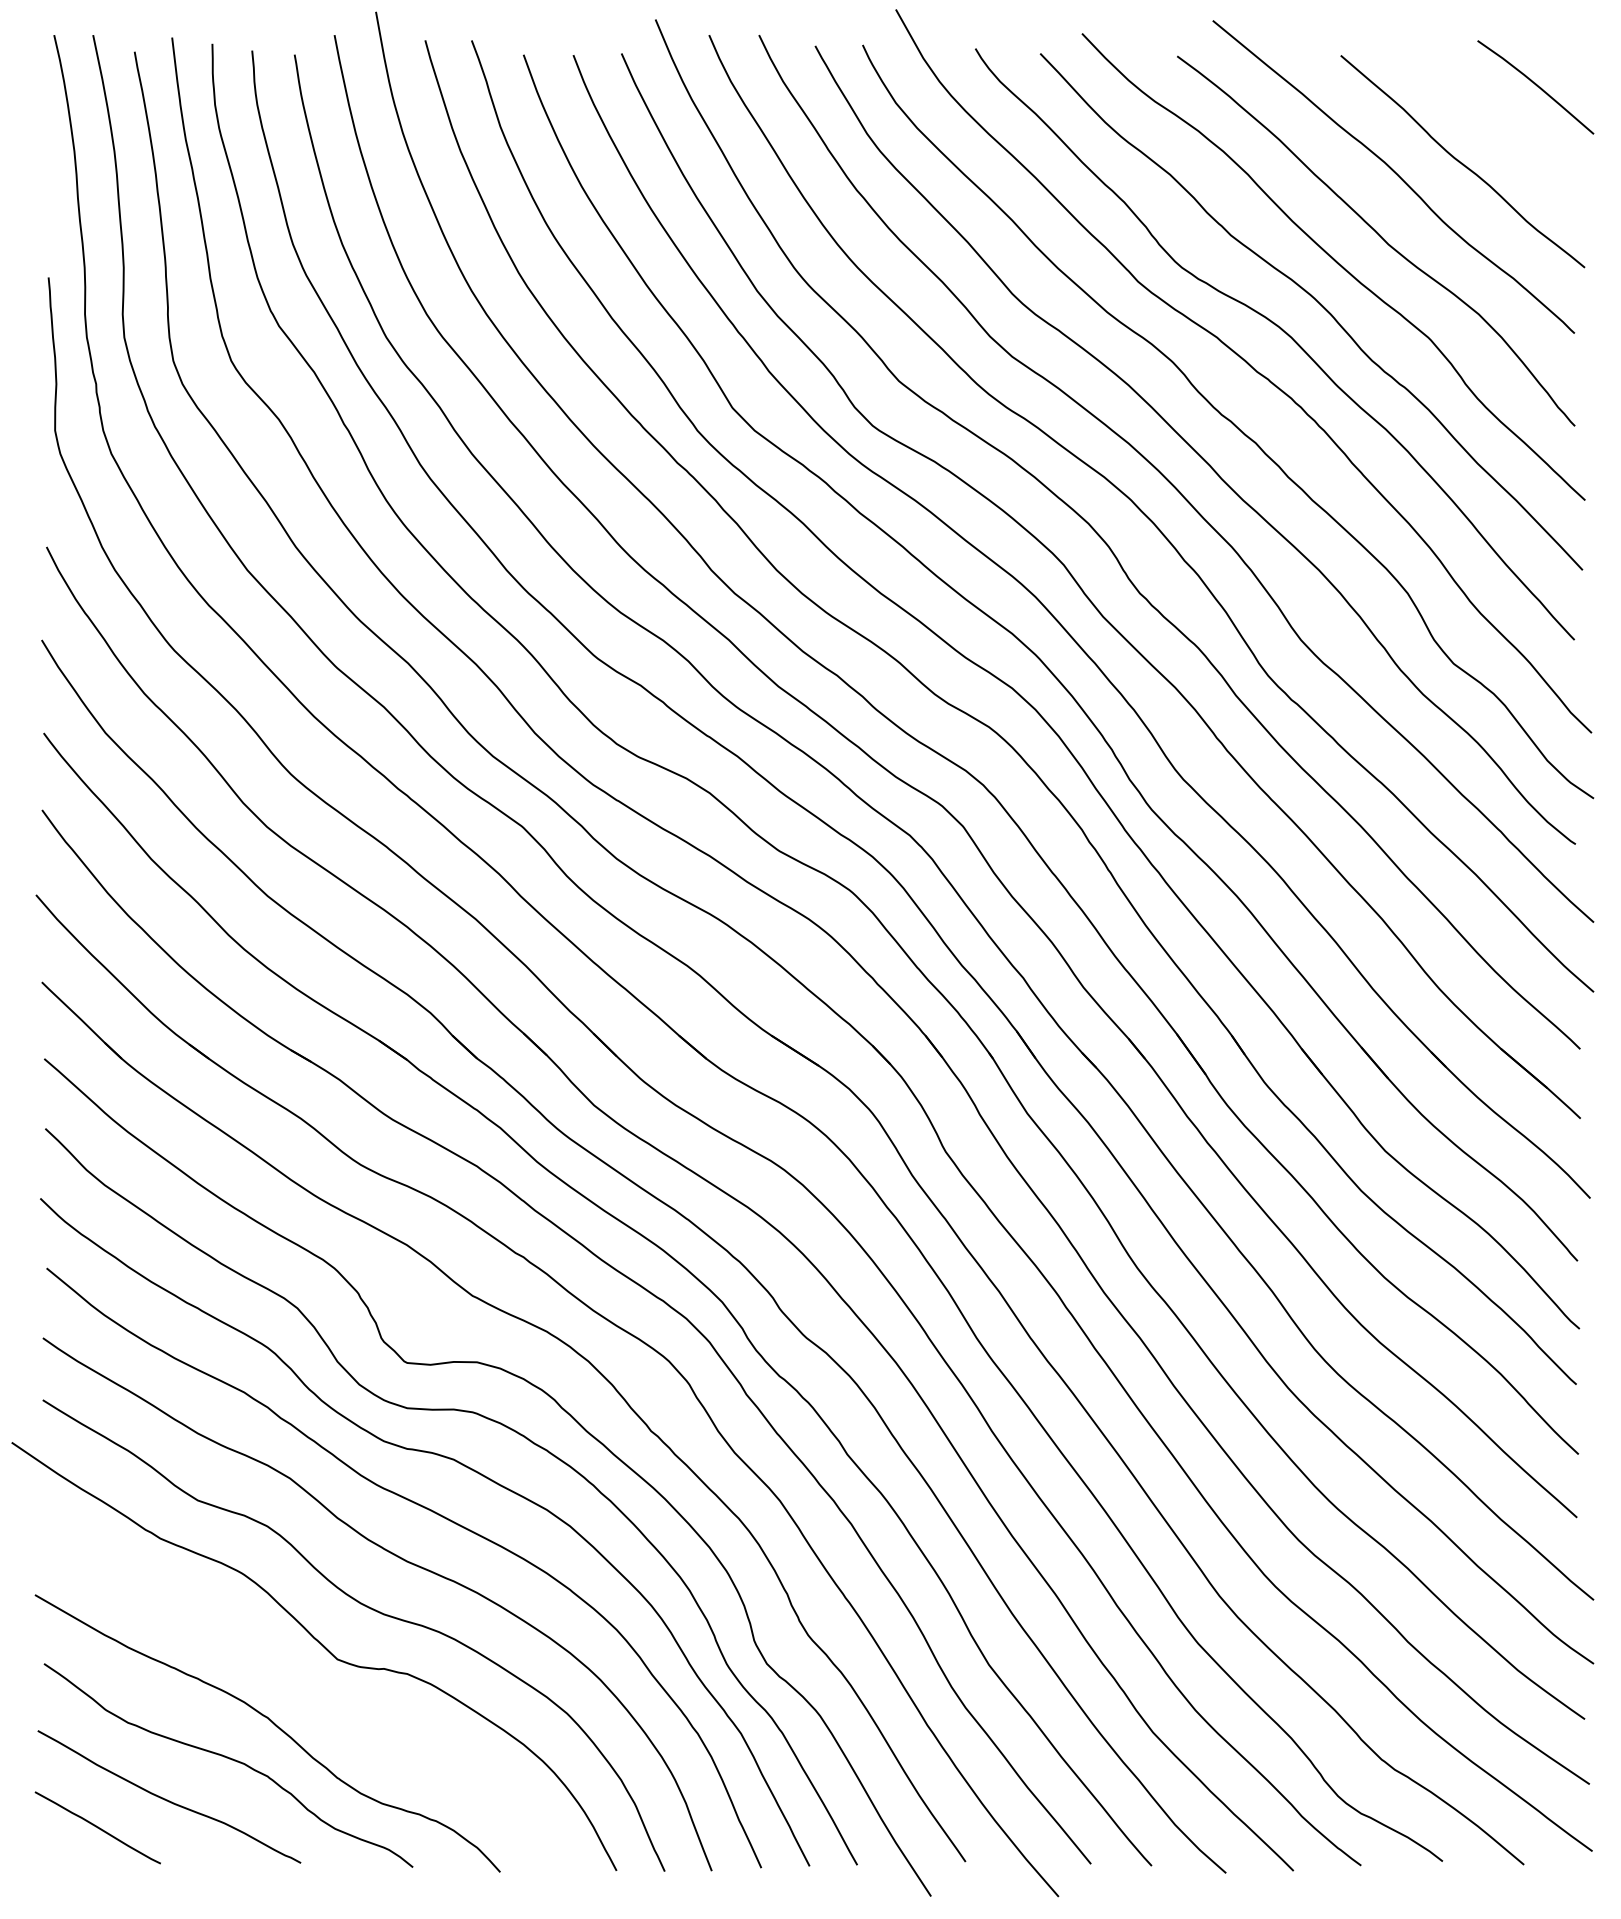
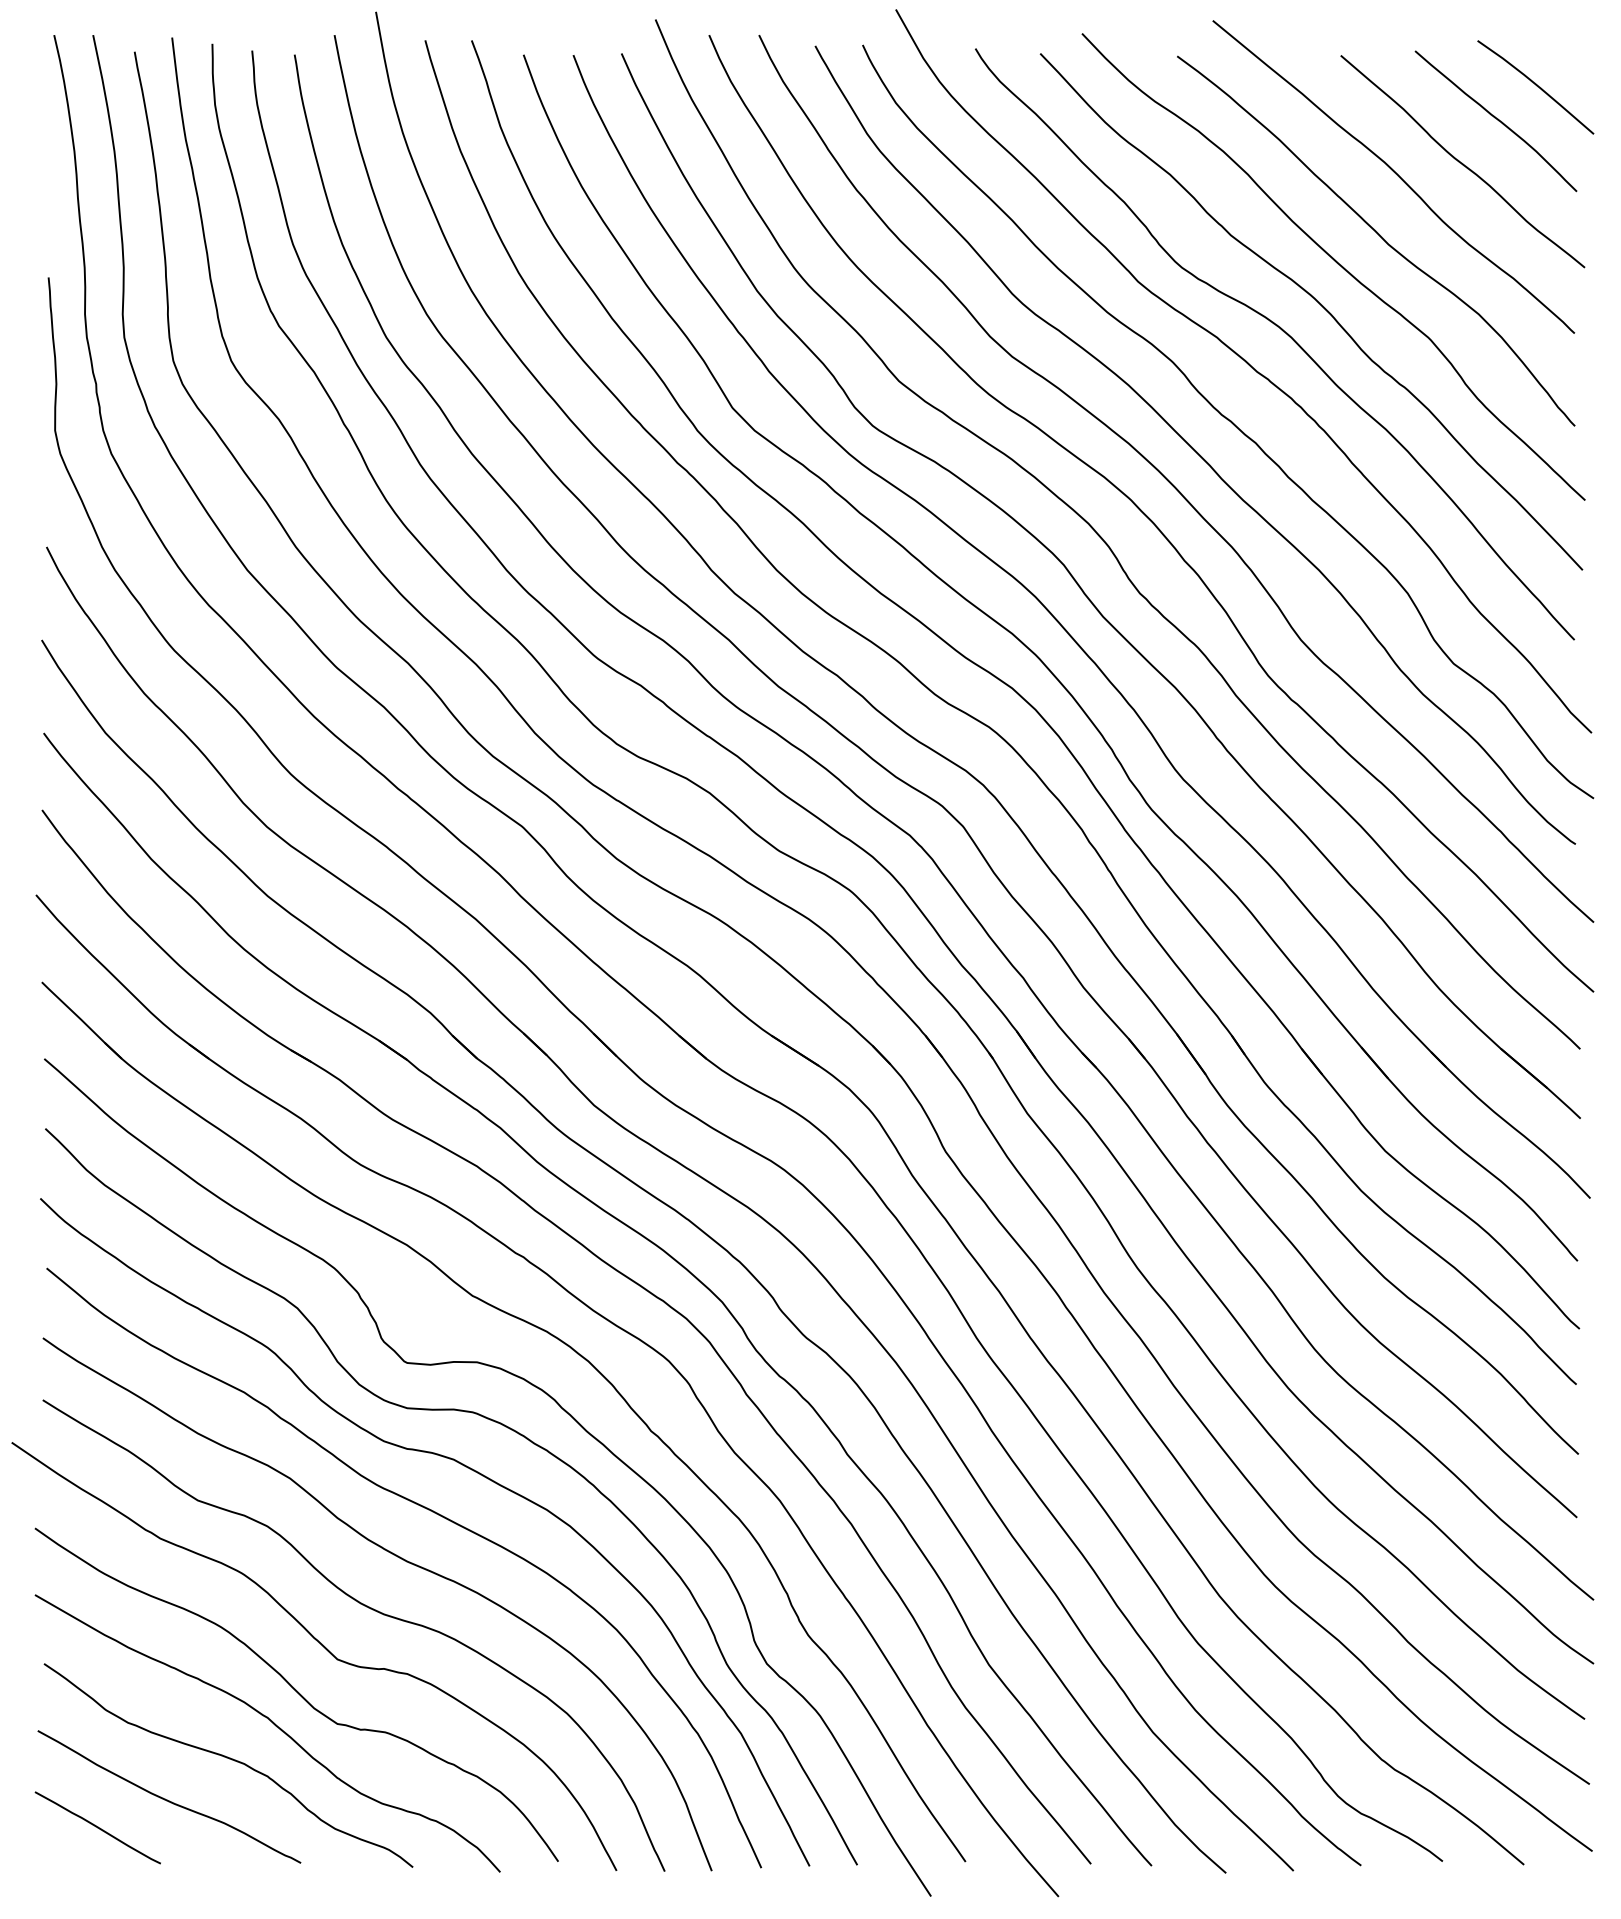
curve at (1496, 119): none -> present
curve at (297, 1693): none -> present
